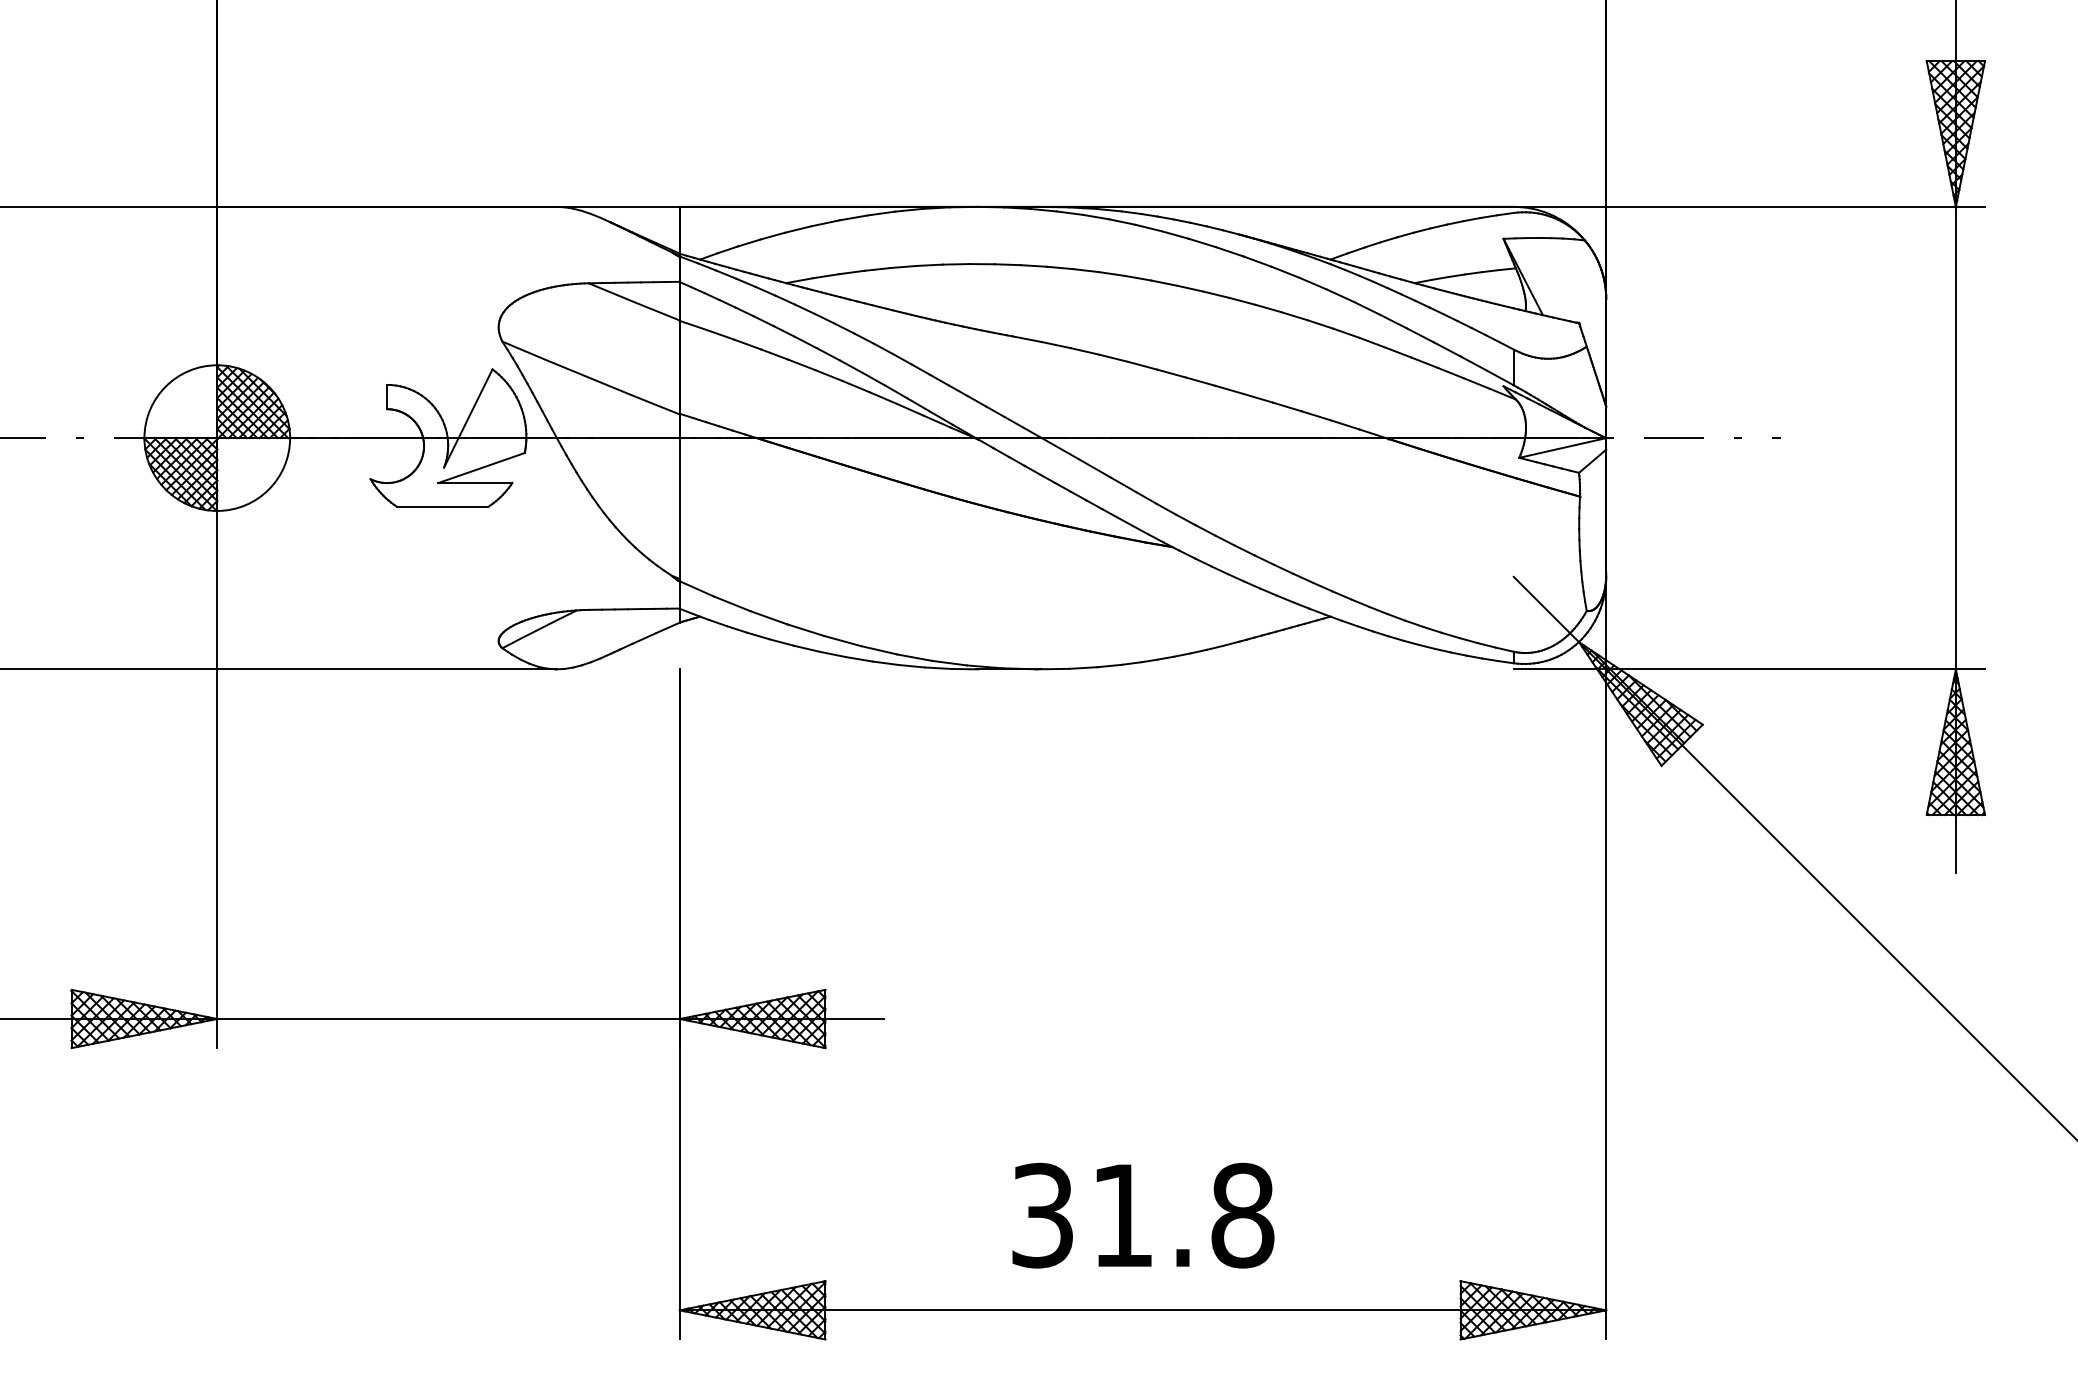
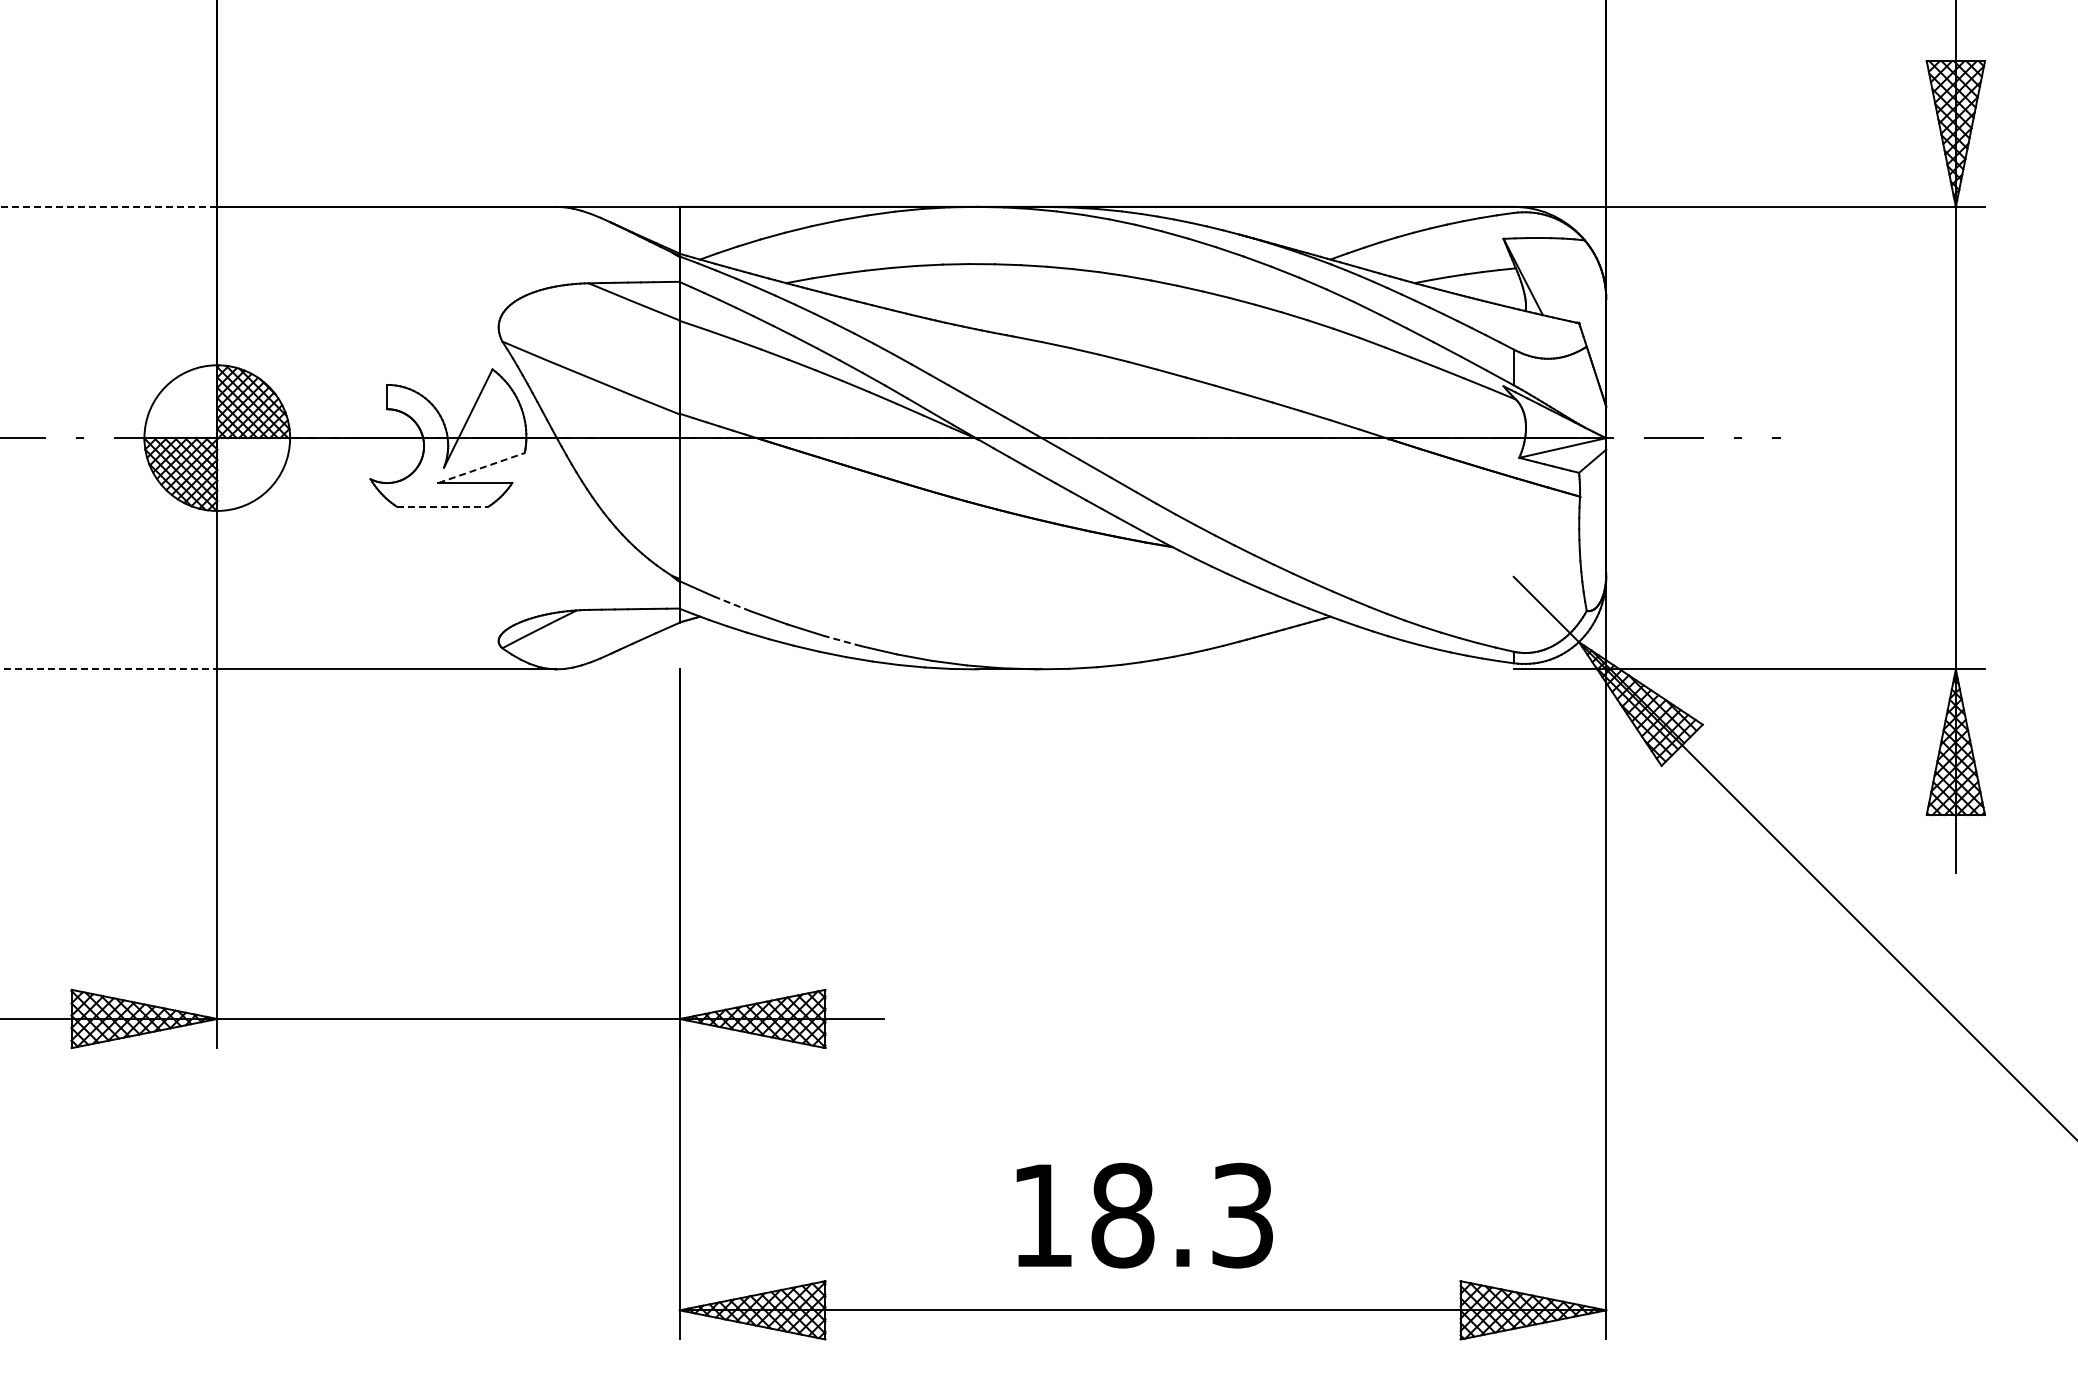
line at (108, 206): solid -> dashed
line at (481, 468): solid -> dashed
line at (442, 506): solid -> dashed
line at (732, 603): solid -> dashed
line at (842, 640): solid -> dashed
line at (109, 669): solid -> dashed
text at (1143, 1215): 31.8 -> 18.3
